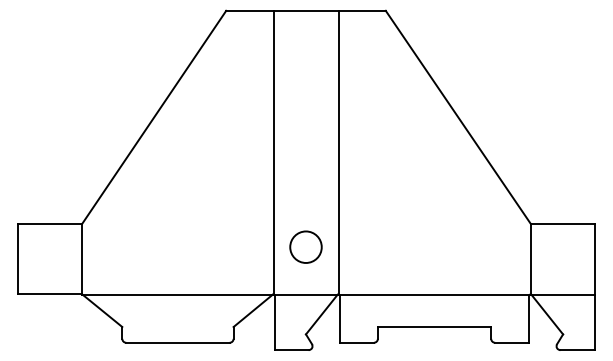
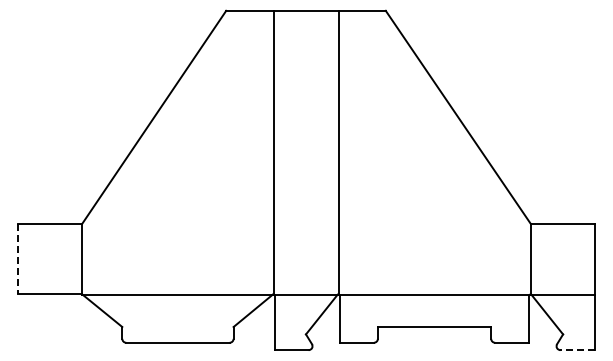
circle at (305, 246): present -> none
line at (18, 258): solid -> dashed
line at (577, 350): solid -> dashed
